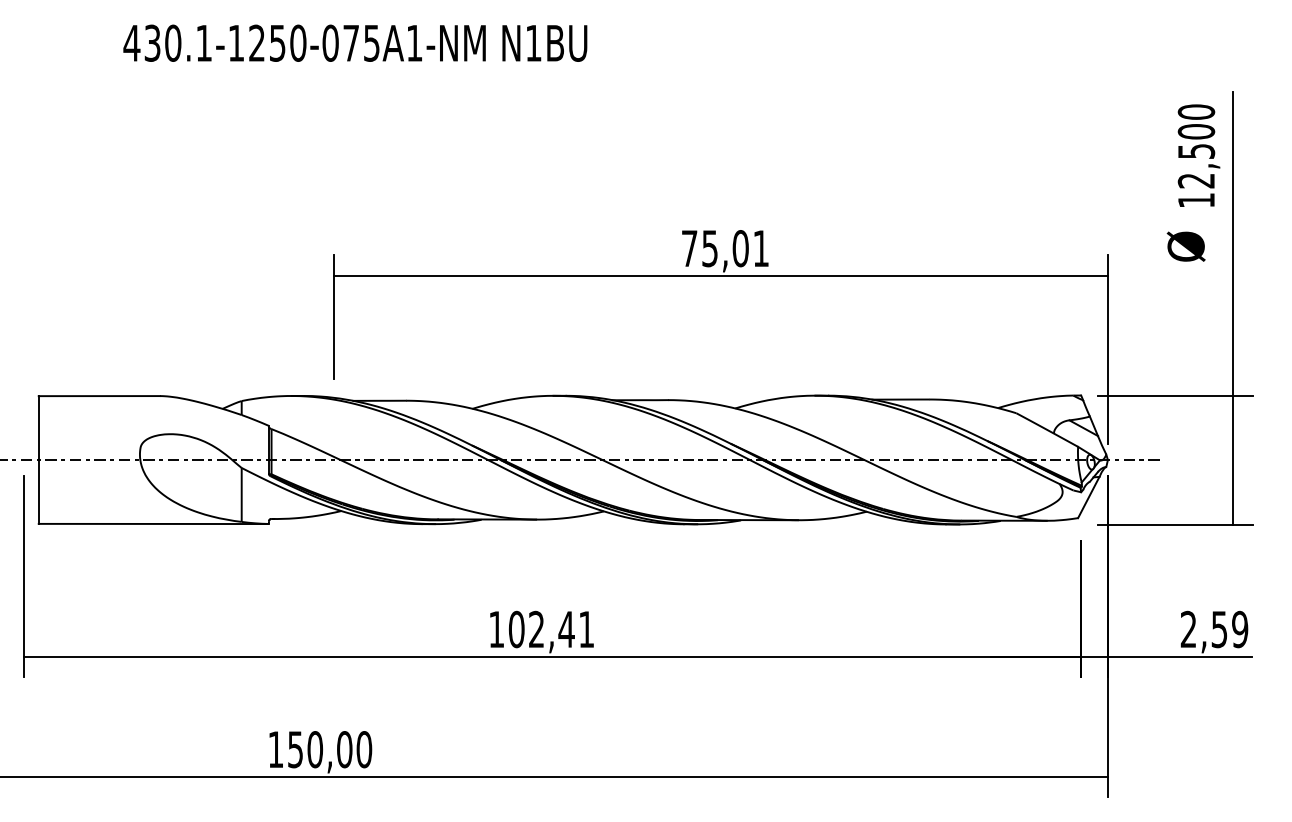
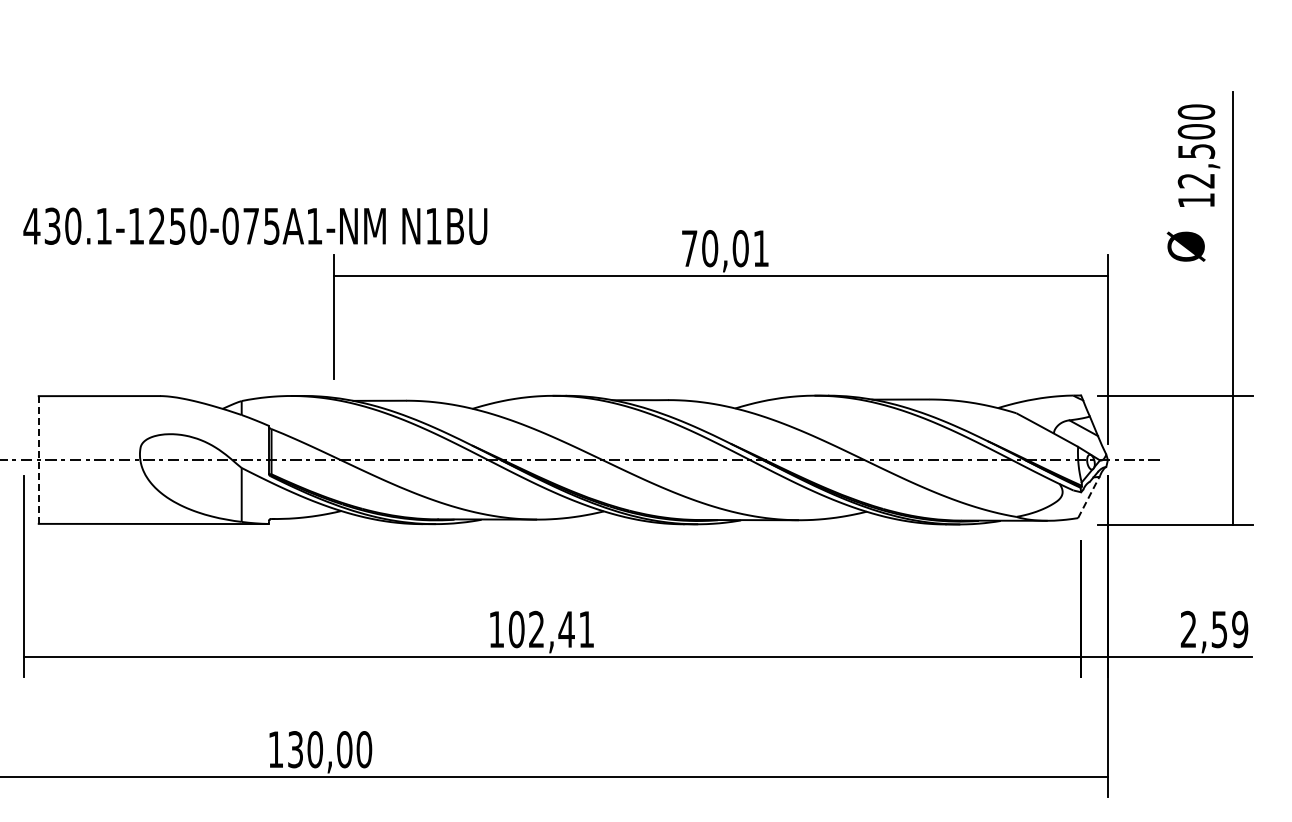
text at (355, 42) position: (355, 42) -> (255, 225)
text at (710, 248): 75,01 -> 70,01
line at (38, 460): solid -> dashed
line at (1089, 497): solid -> dashed
text at (295, 749): 150,00 -> 130,00
